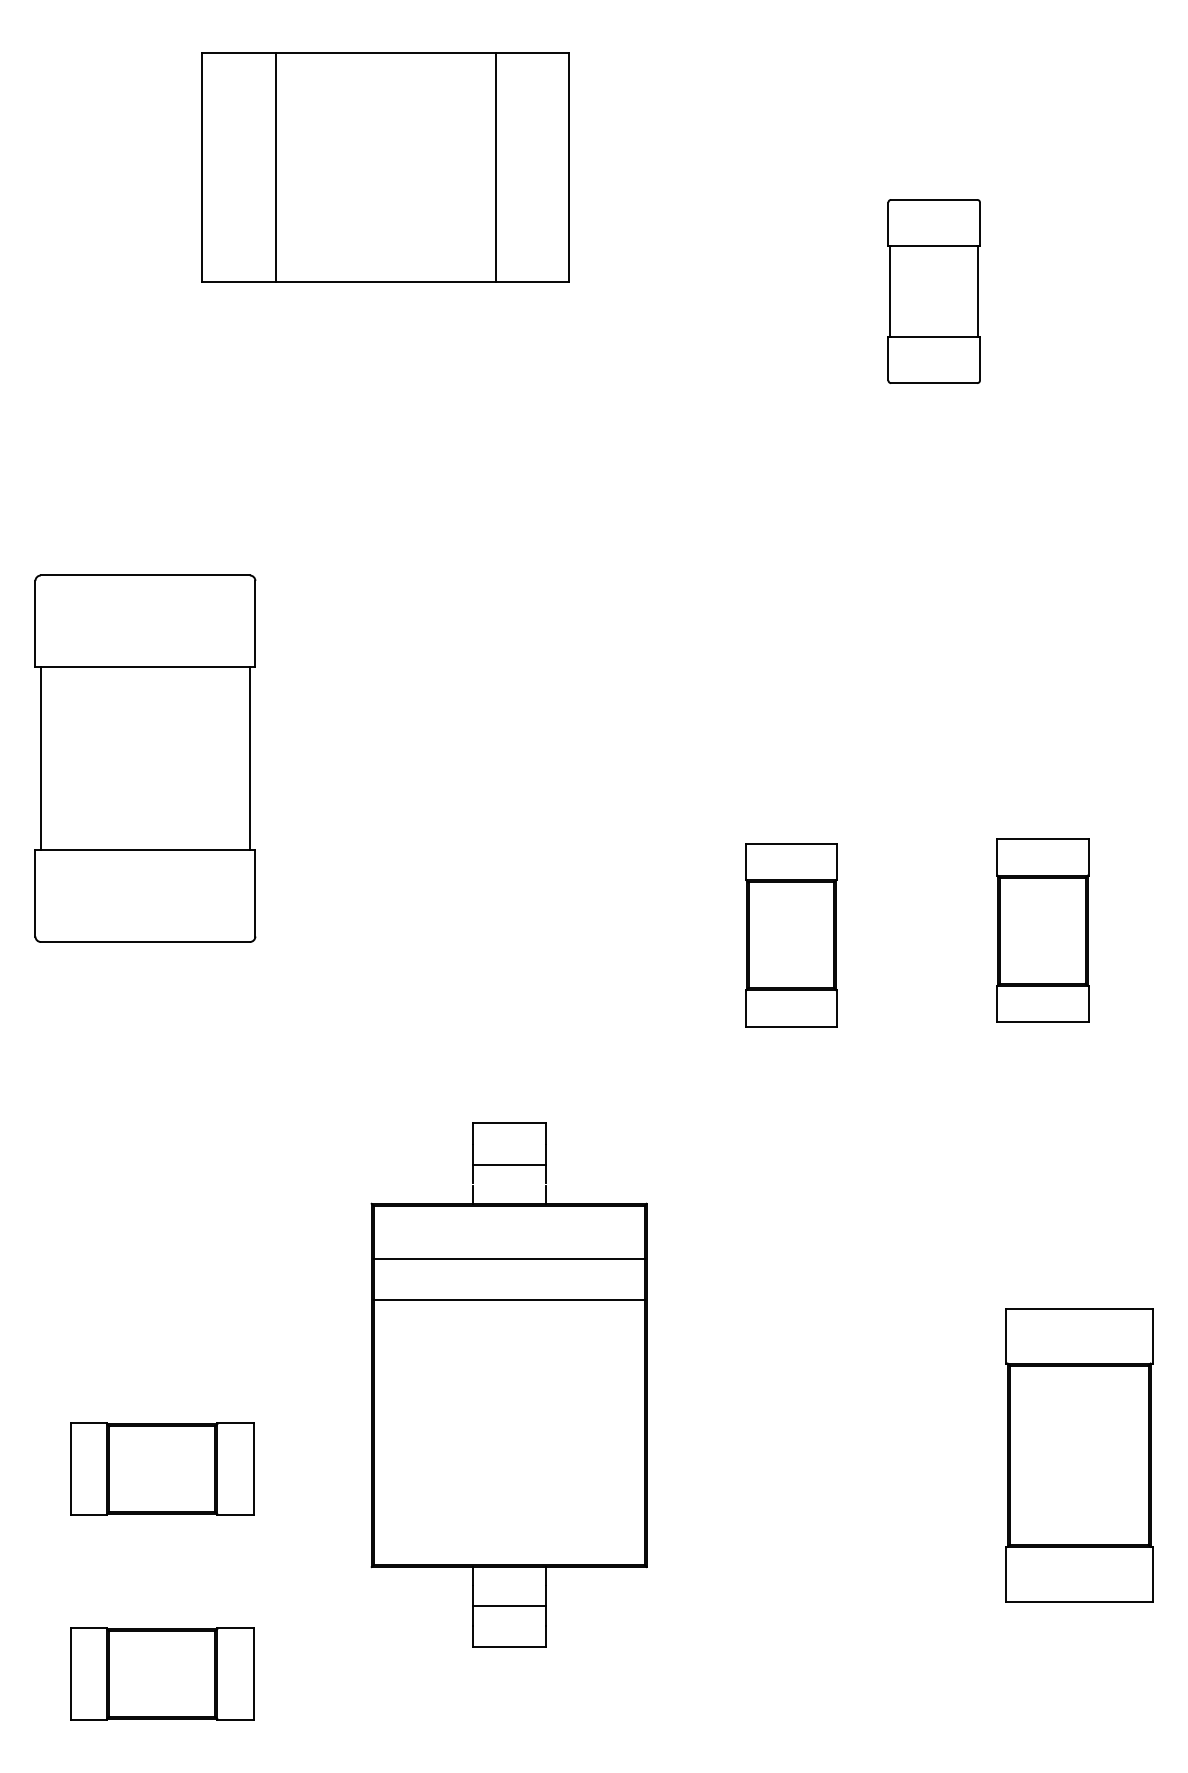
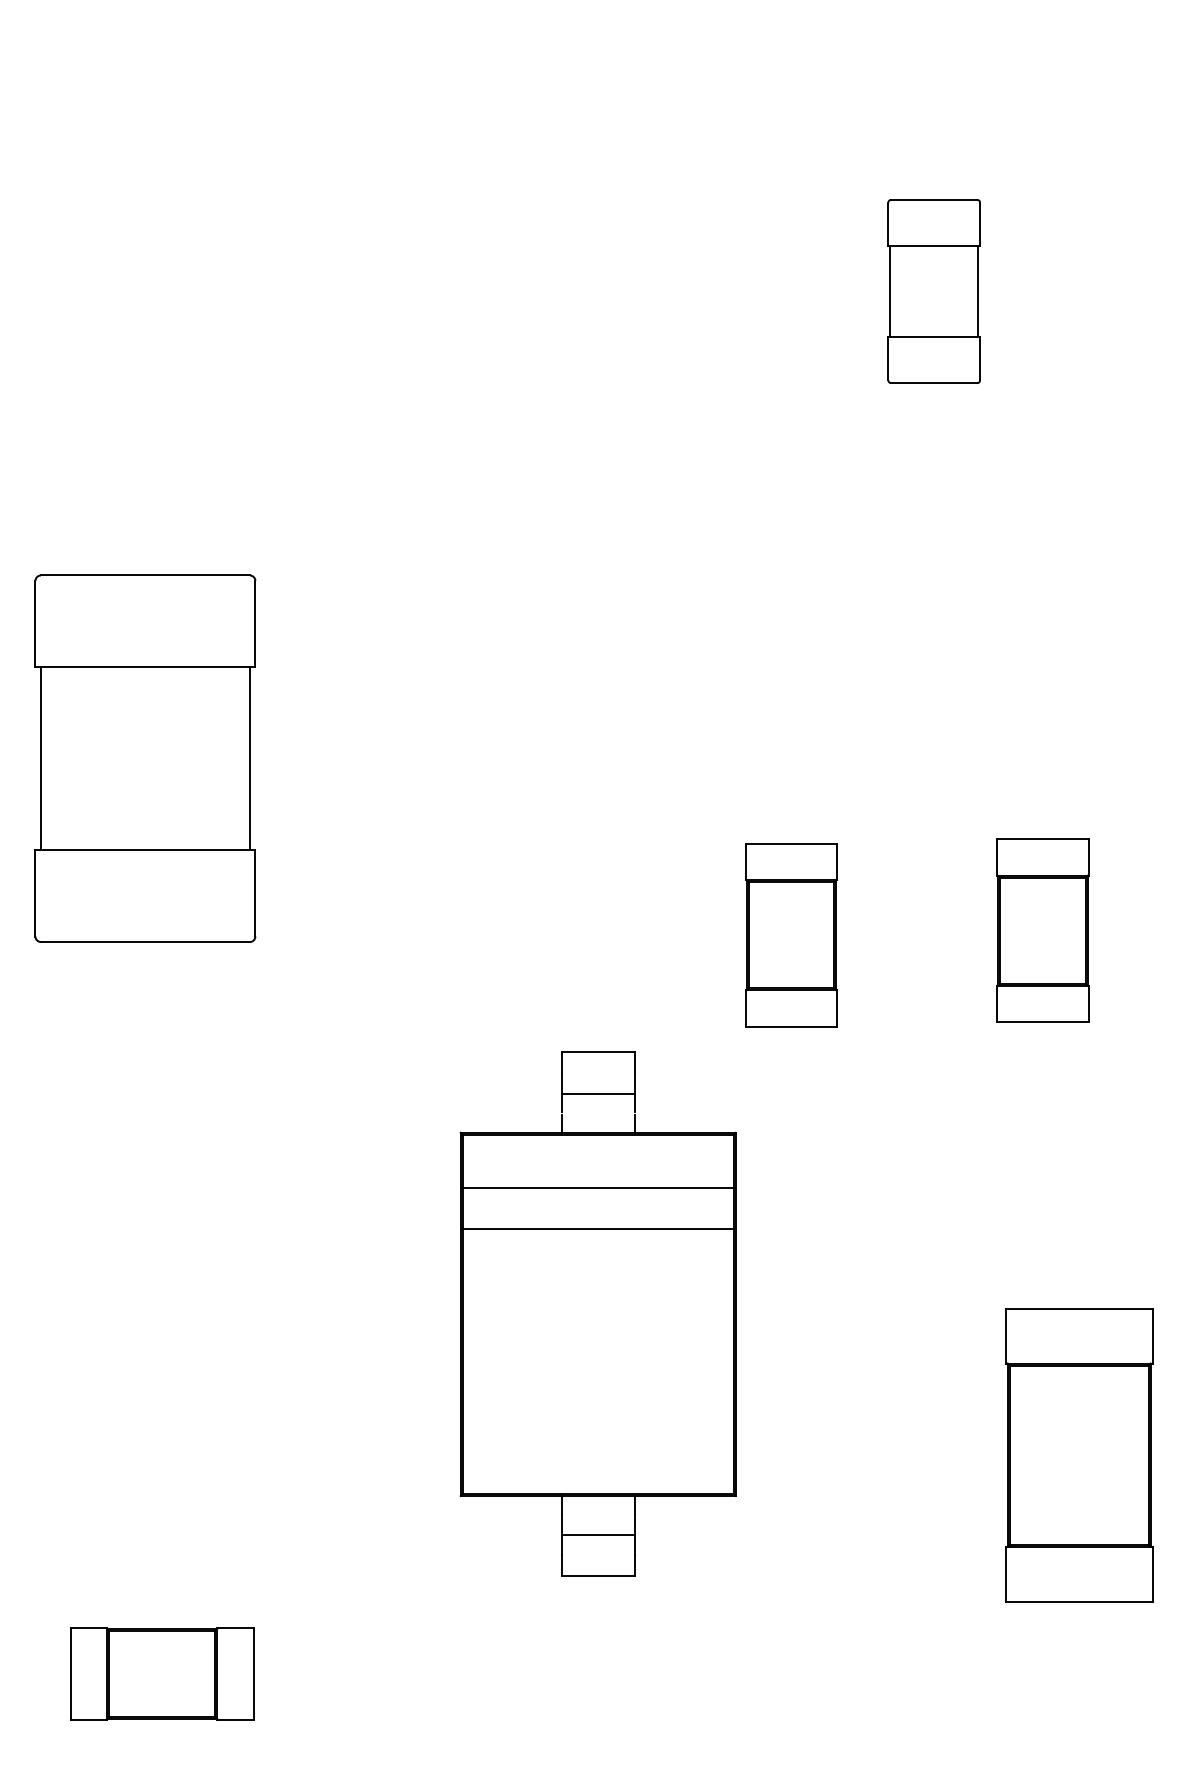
part at (385, 167): present -> none
part at (508, 1384) position: (508, 1384) -> (597, 1313)
part at (162, 1468): present -> none
